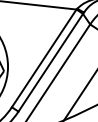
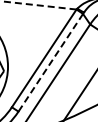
line at (37, 5): solid -> dashed
line at (50, 62): solid -> dashed
